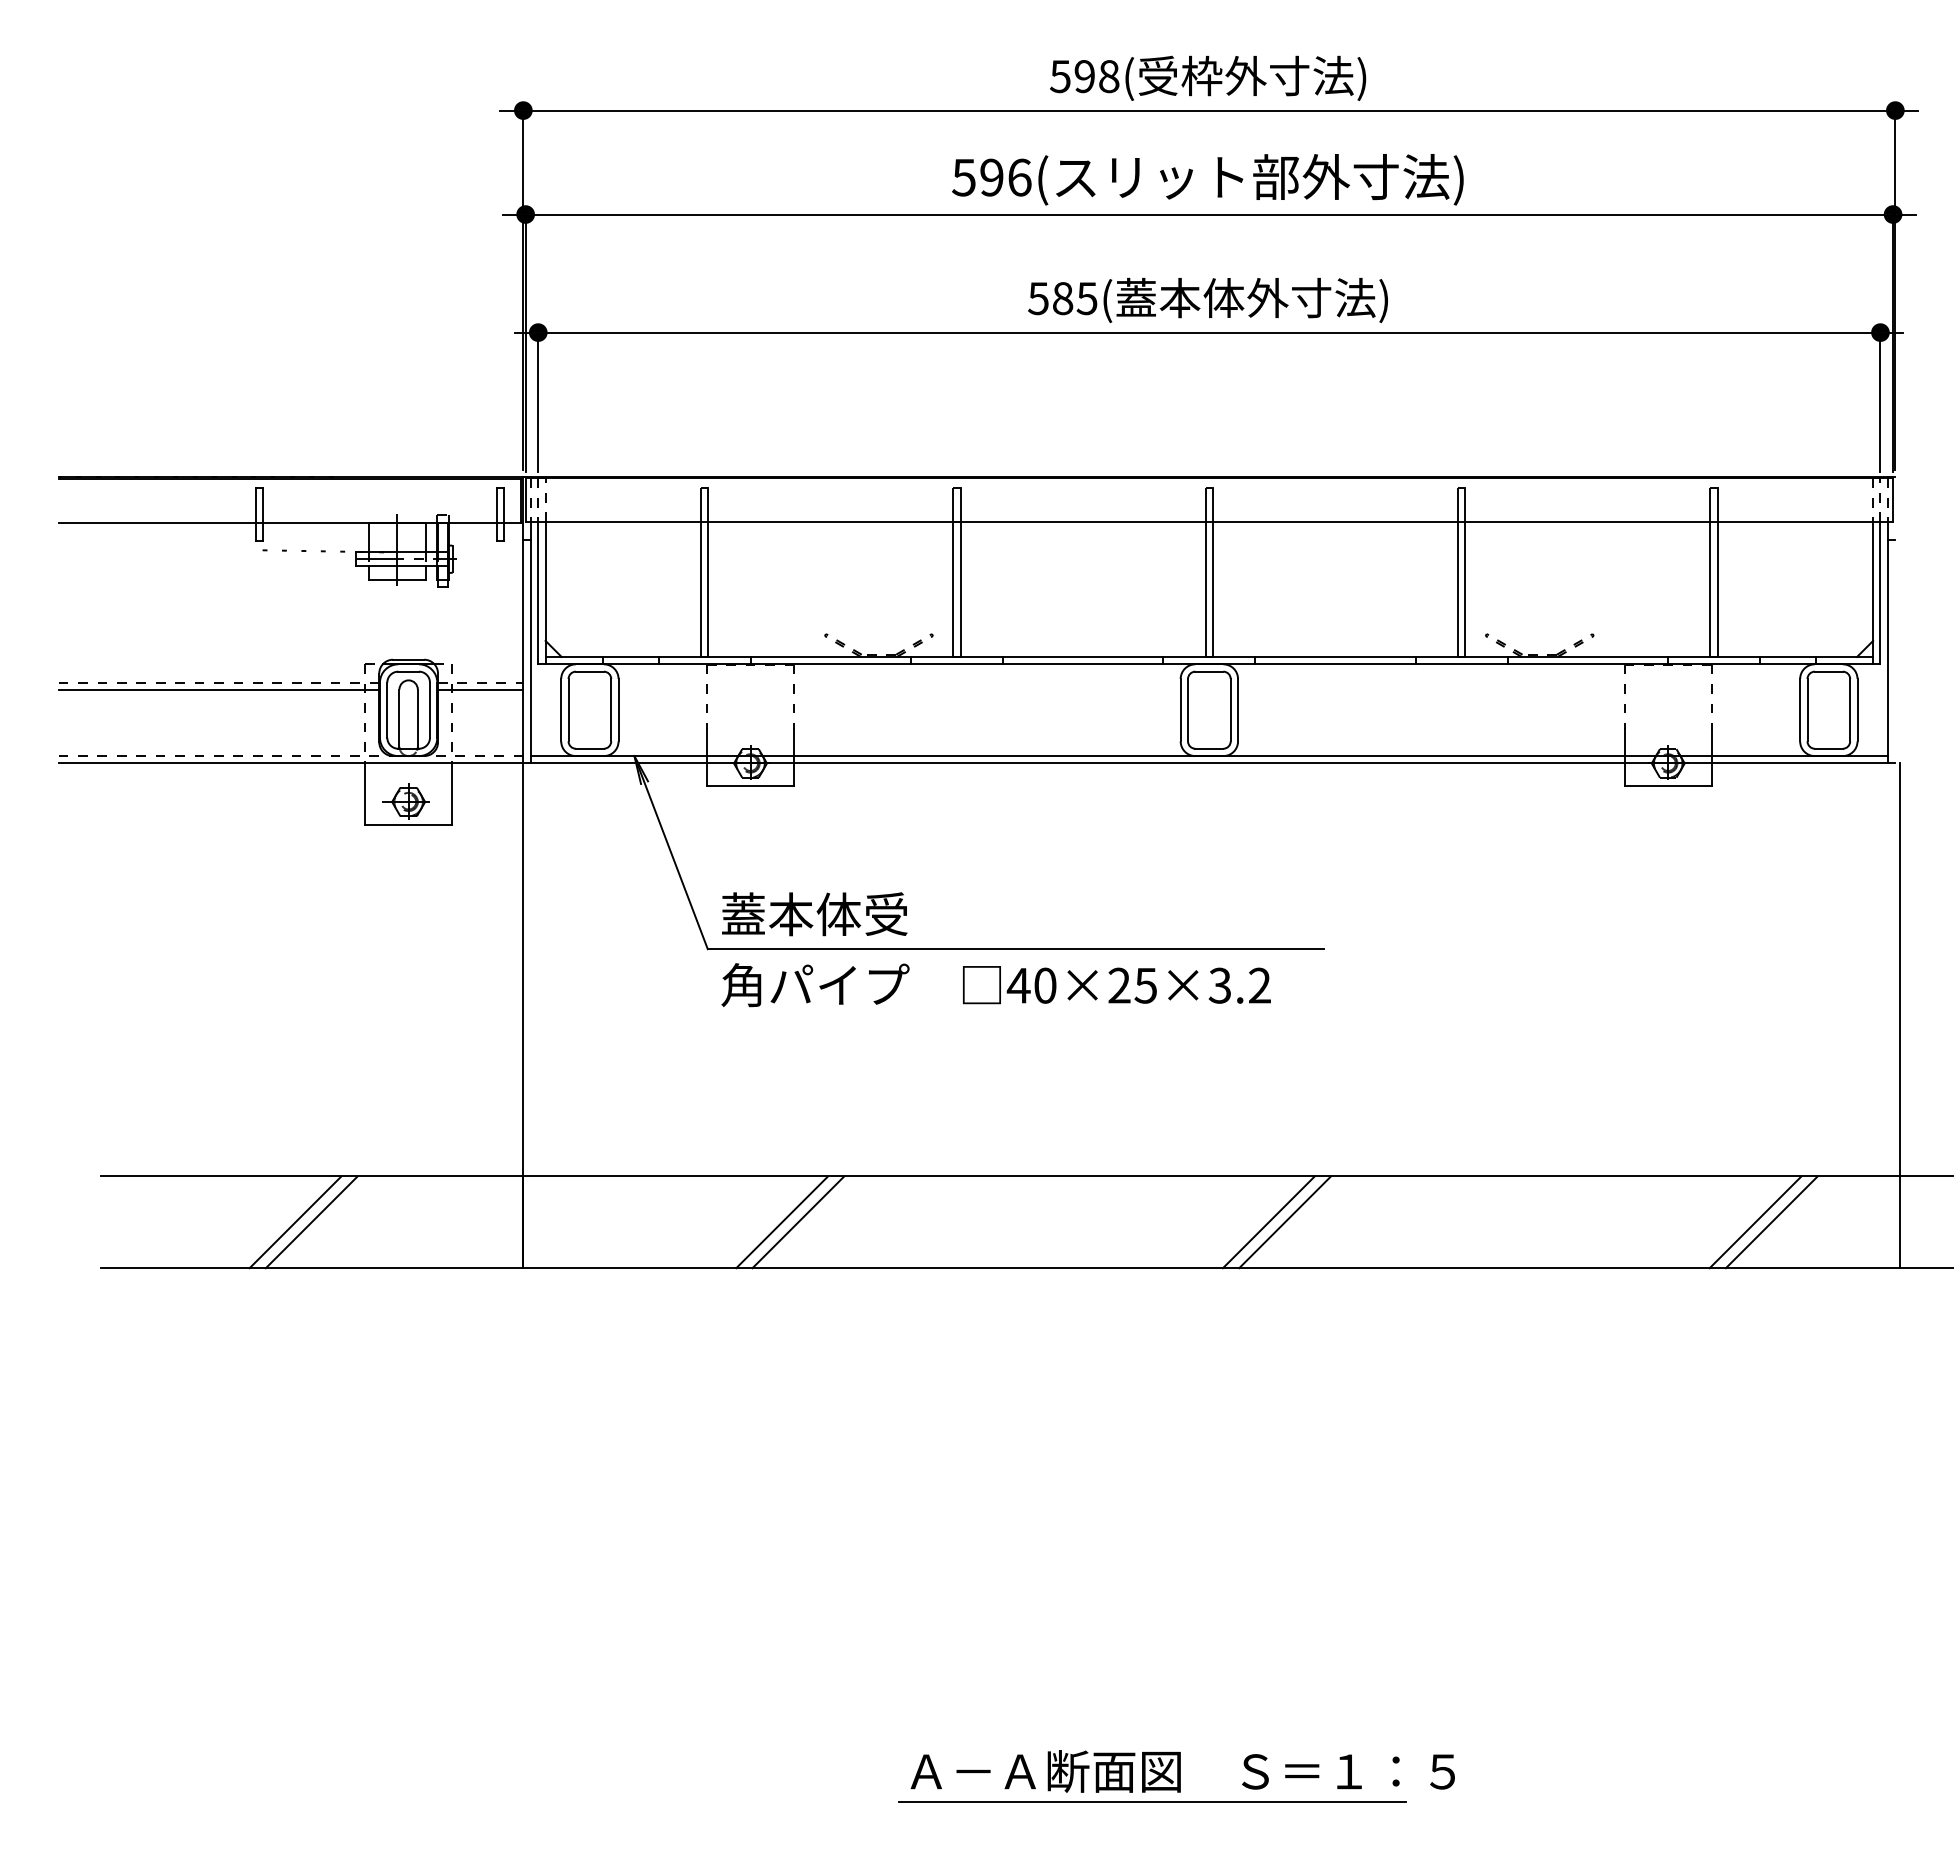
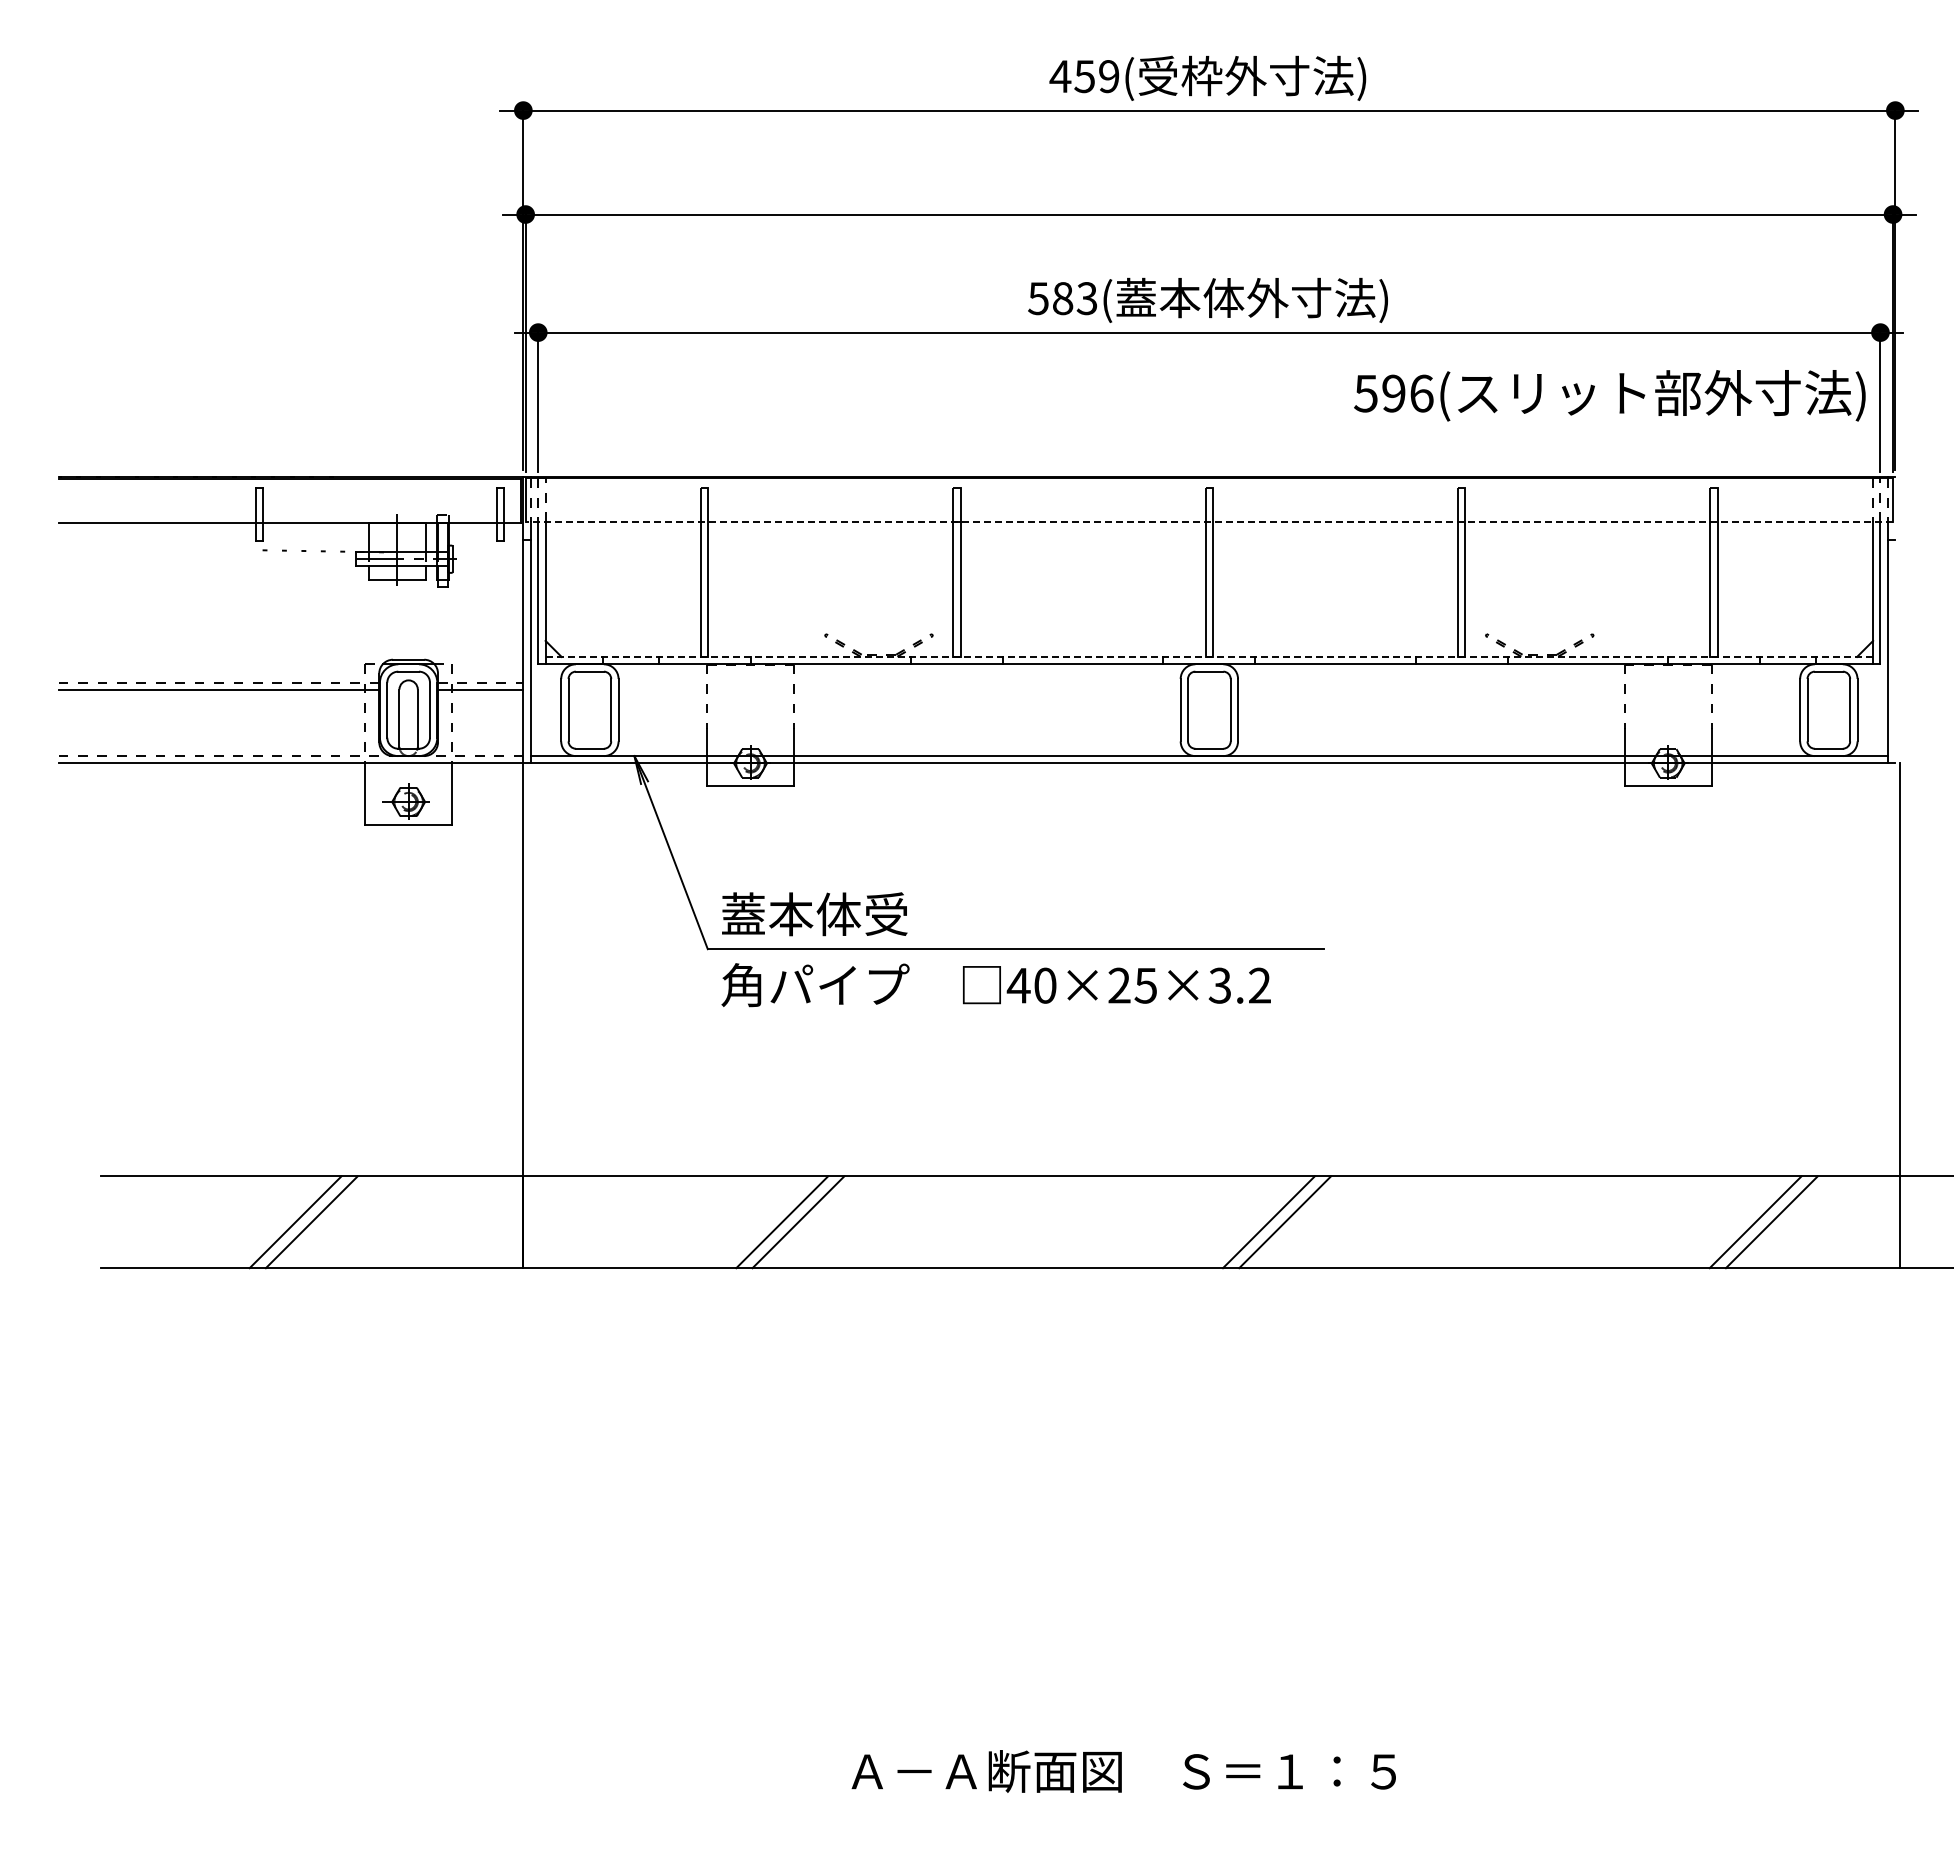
text at (1084, 76): 598( -> 459(
text at (1207, 179) position: (1207, 179) -> (1609, 395)
text at (1086, 298): 585( -> 583(
line at (1209, 522): solid -> dashed
line at (1209, 656): solid -> dashed
text at (1182, 1771) position: (1182, 1771) -> (1123, 1771)
line at (1152, 1801): present -> none
